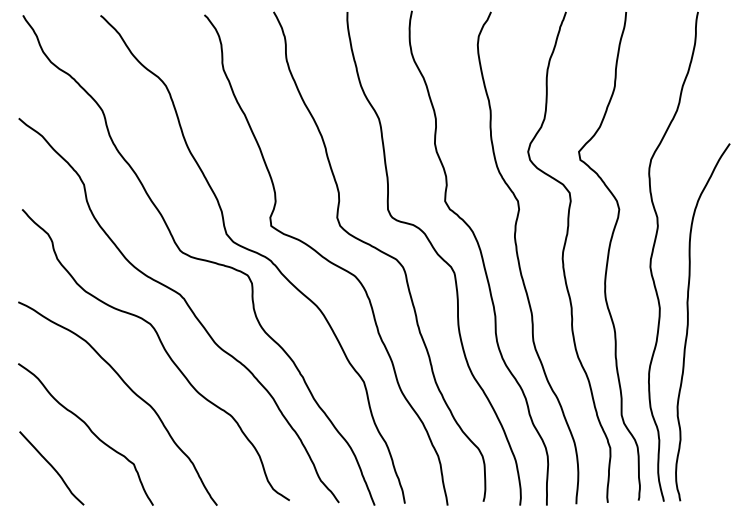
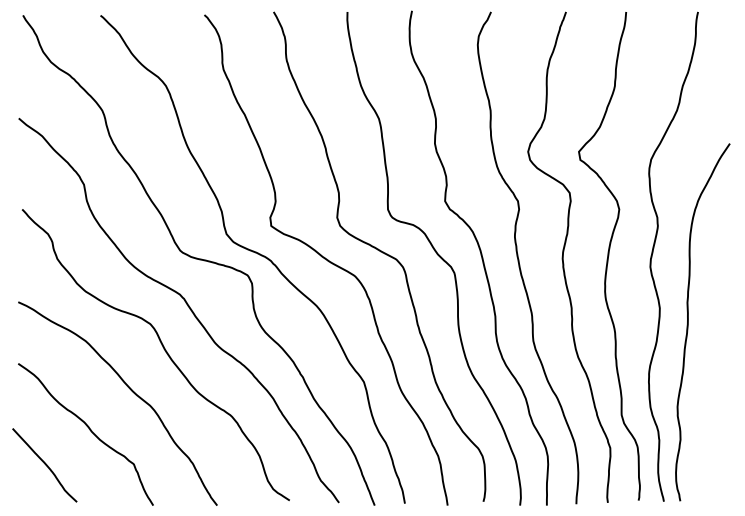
curve at (51, 467) position: (51, 467) -> (44, 464)
